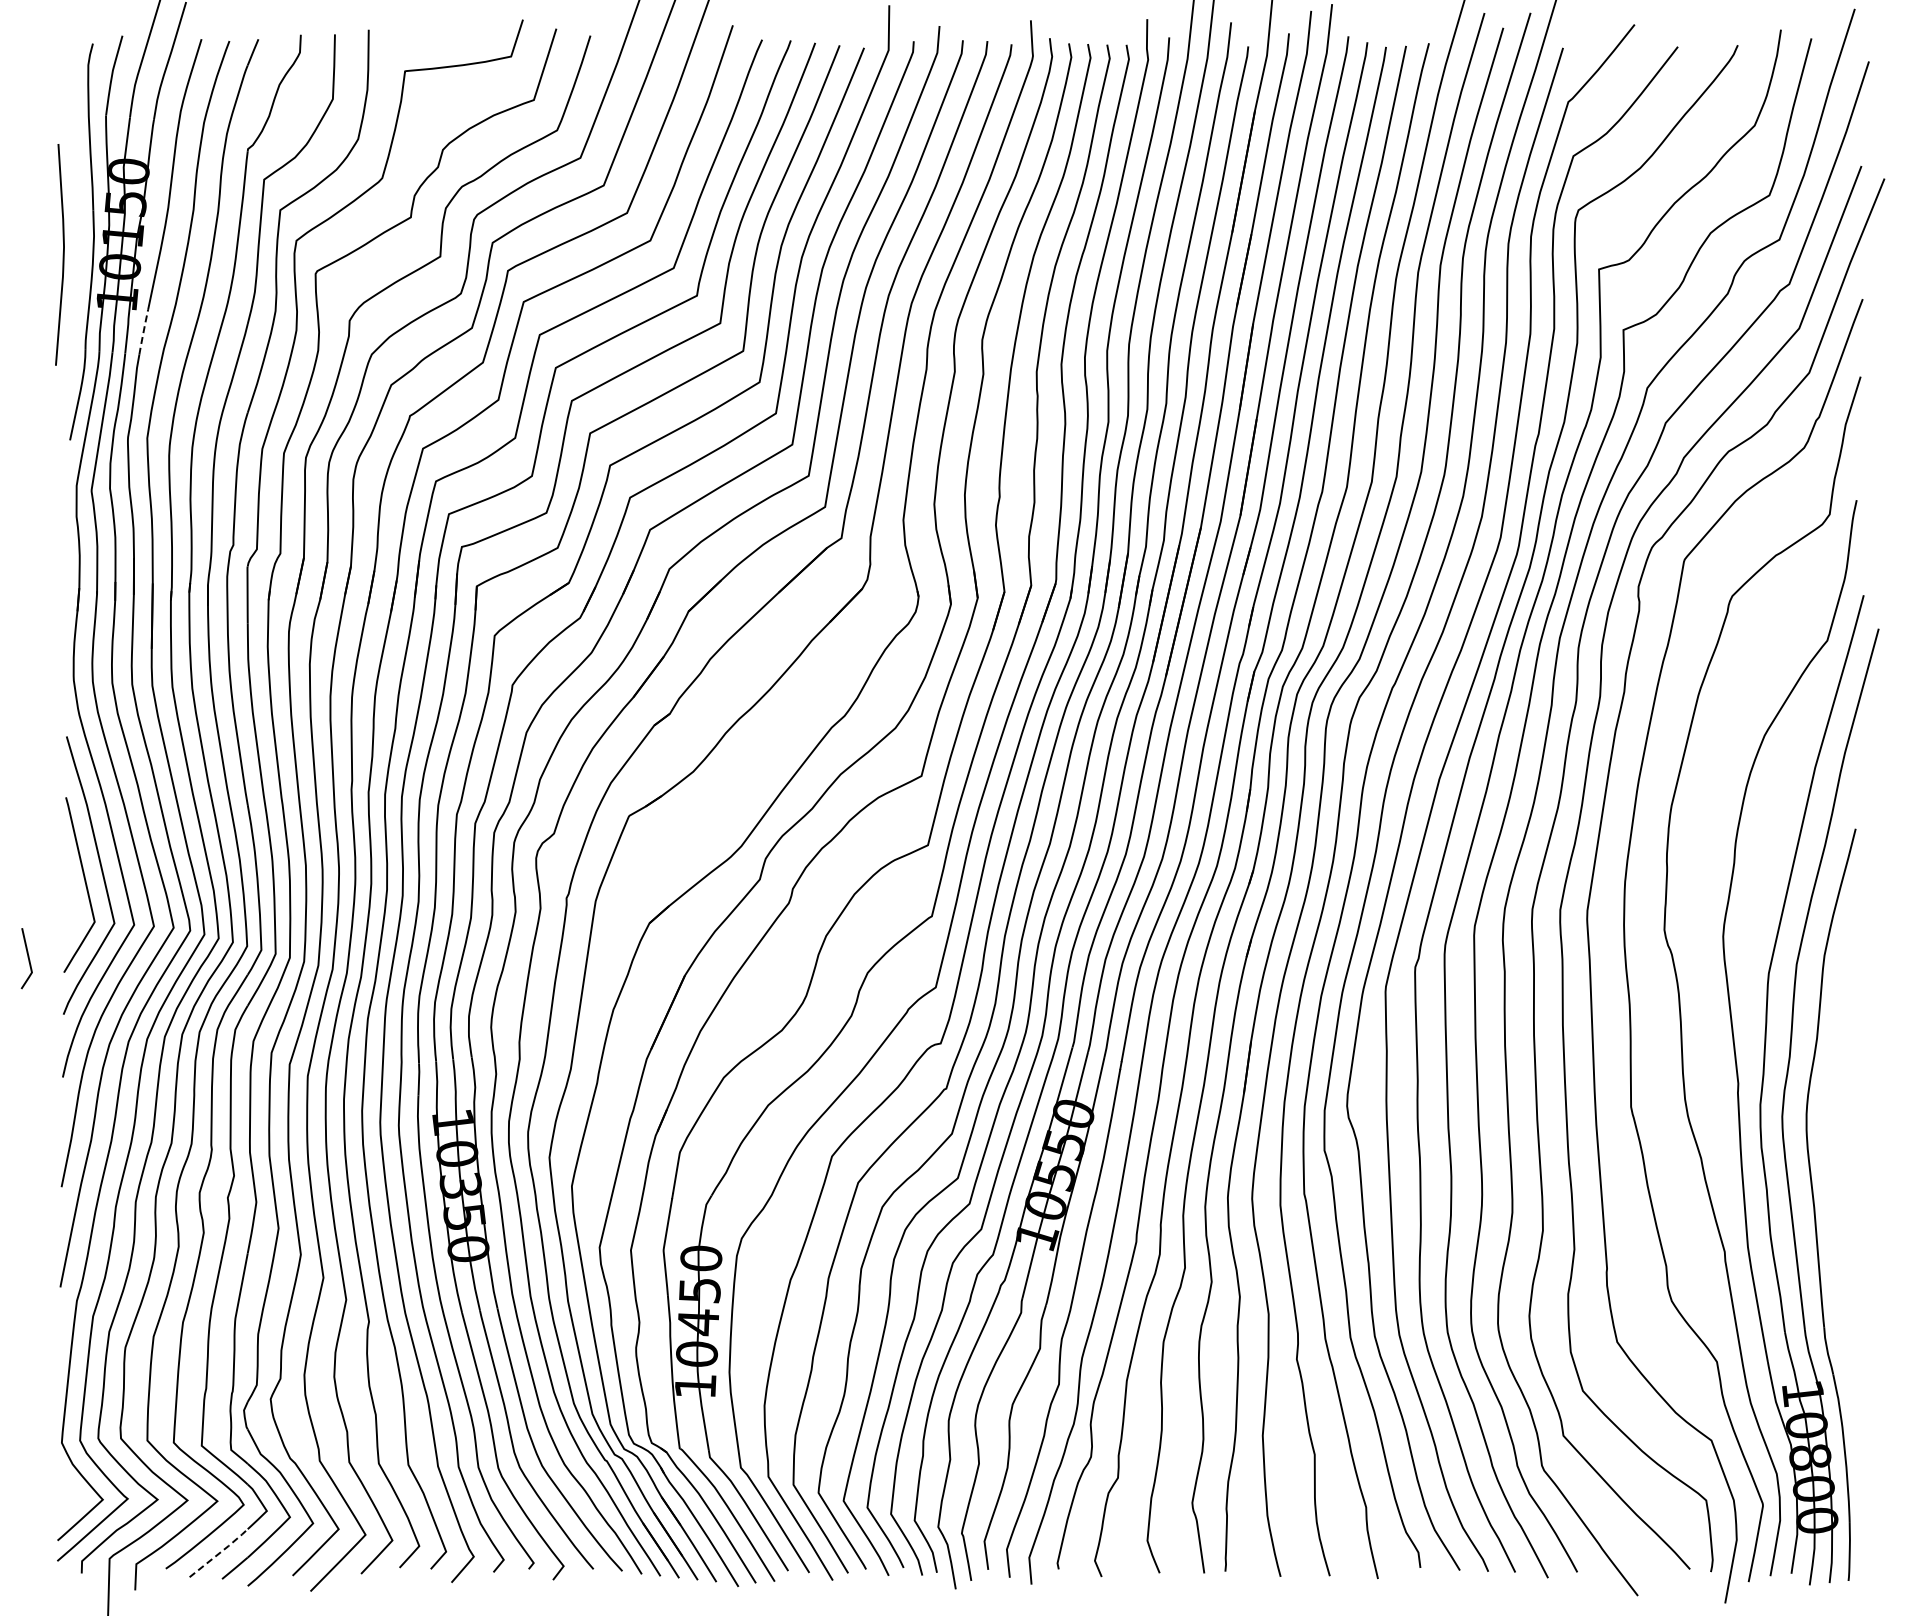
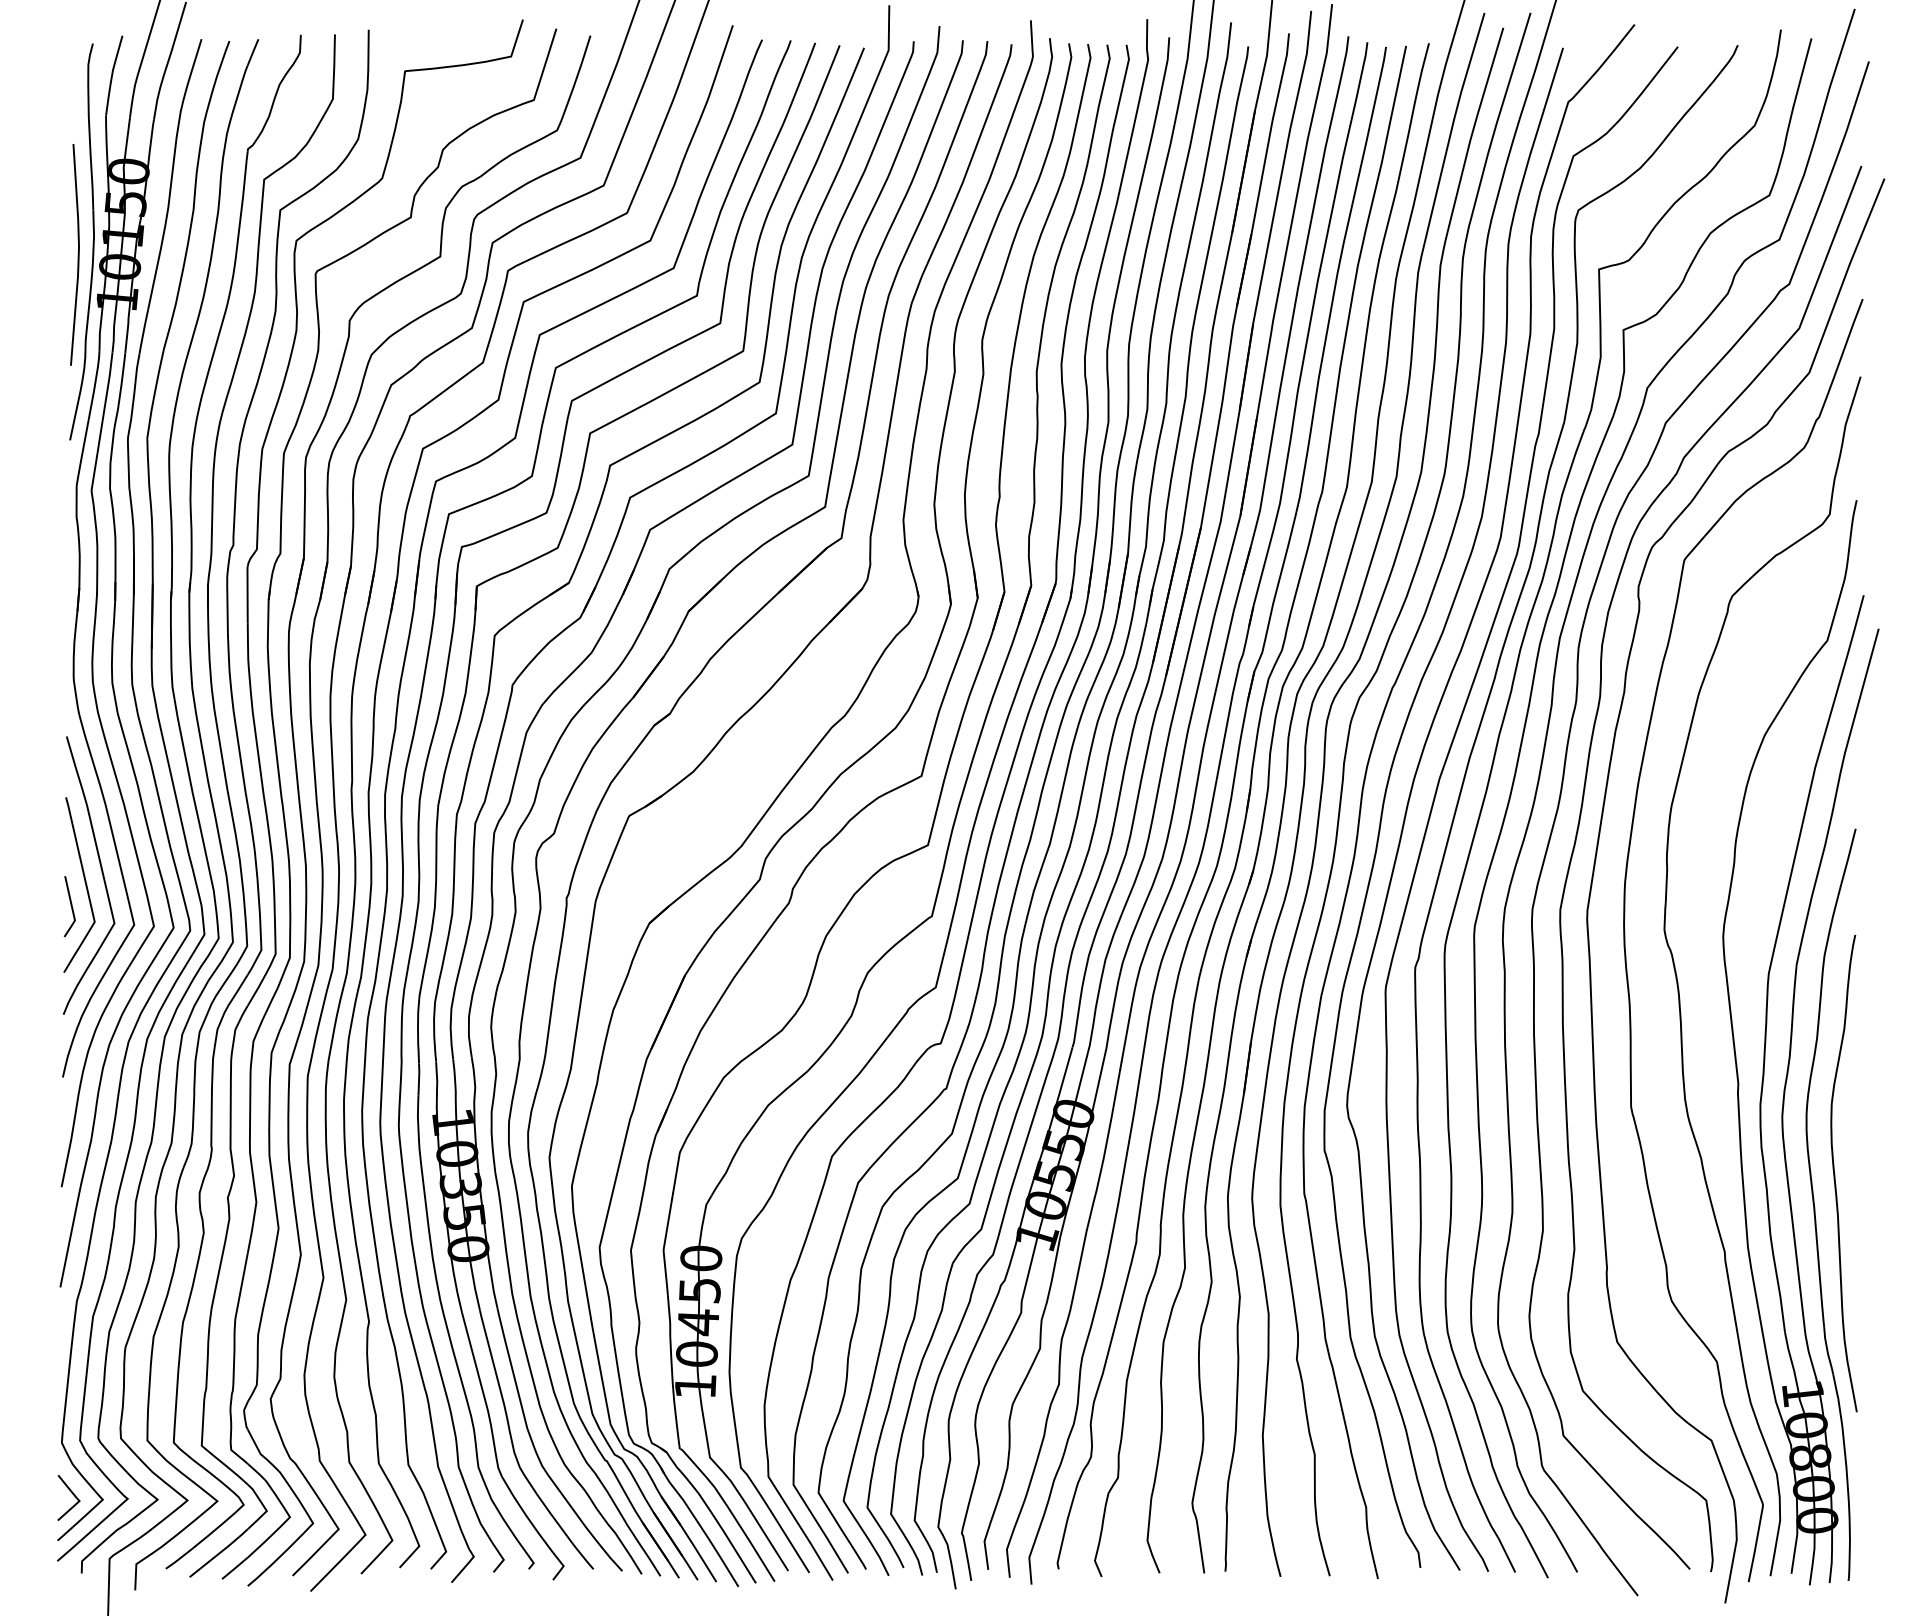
curve at (62, 254) position: (62, 254) -> (77, 254)
line at (143, 332): dashed -> solid
line at (27, 957) position: (27, 957) -> (70, 905)
curve at (1835, 1173): none -> present
curve at (71, 1493): none -> present
line at (220, 1552): dashed -> solid
